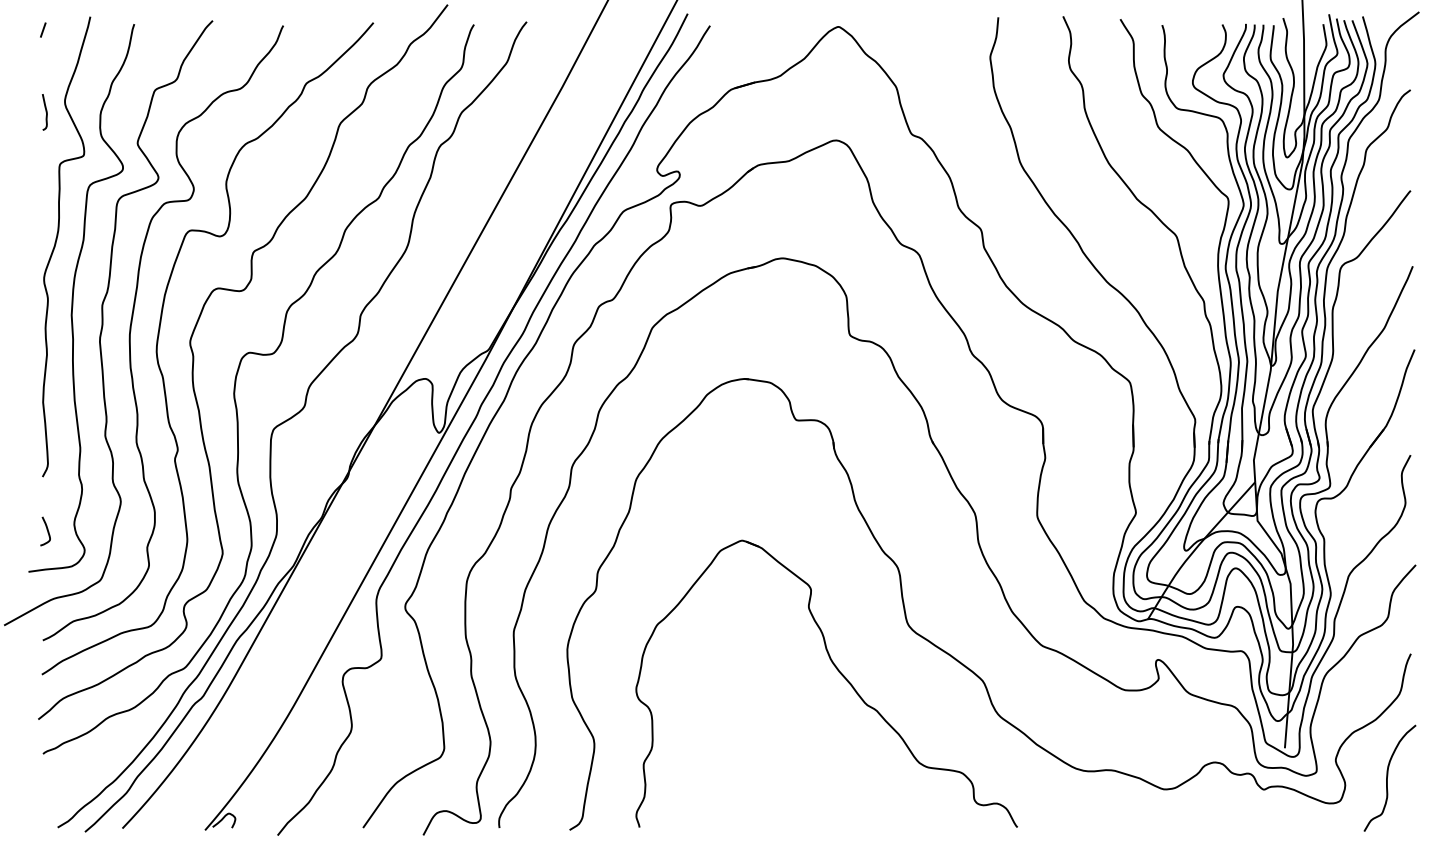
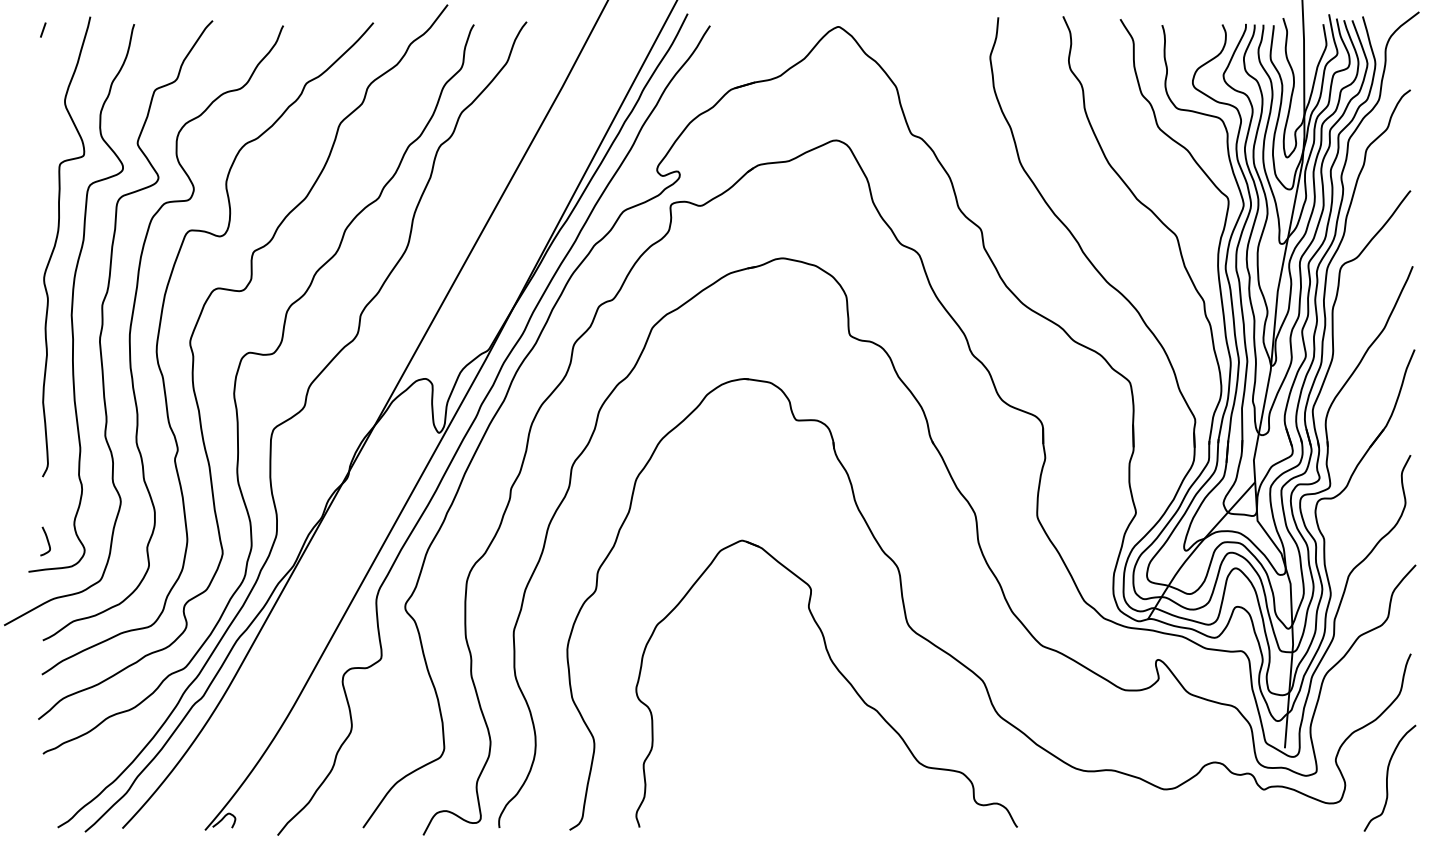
curve at (45, 112): present -> none
curve at (47, 531) position: (47, 531) -> (47, 541)
